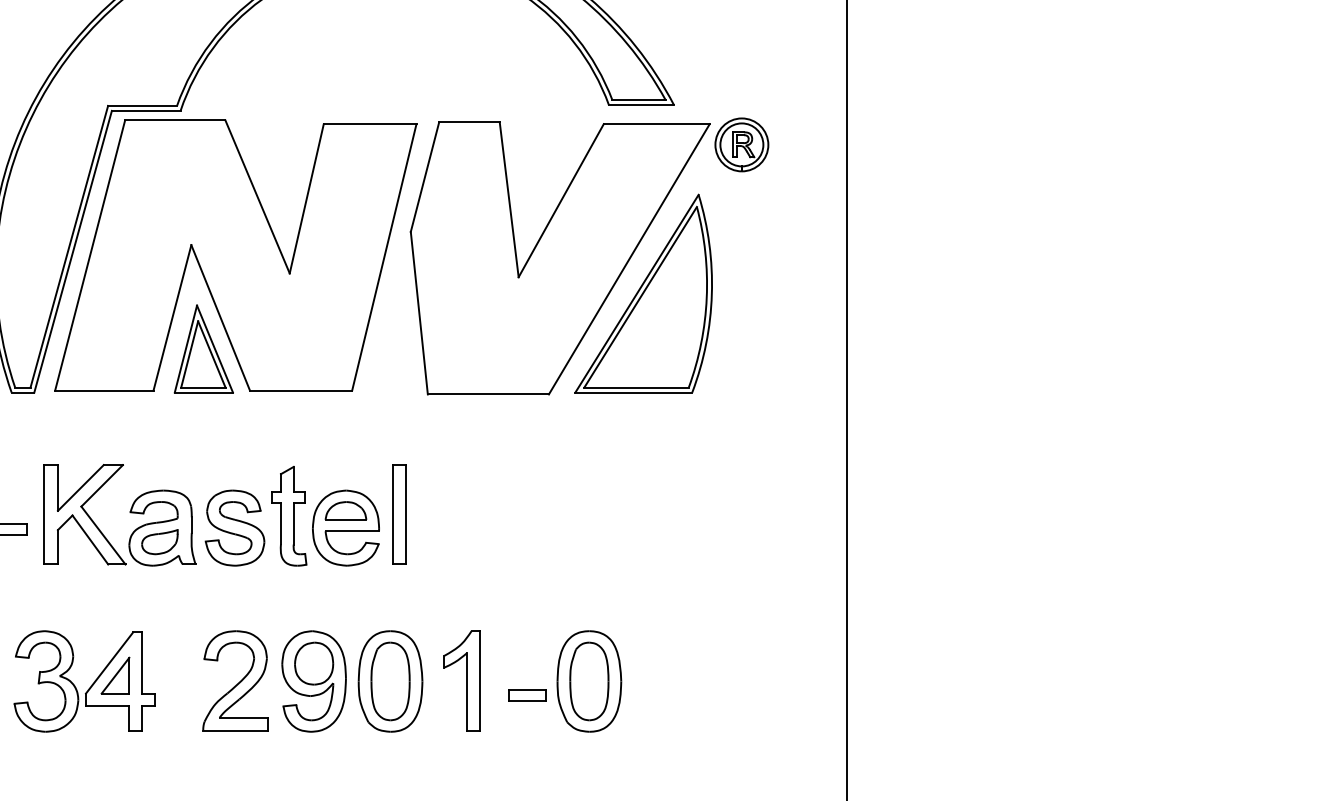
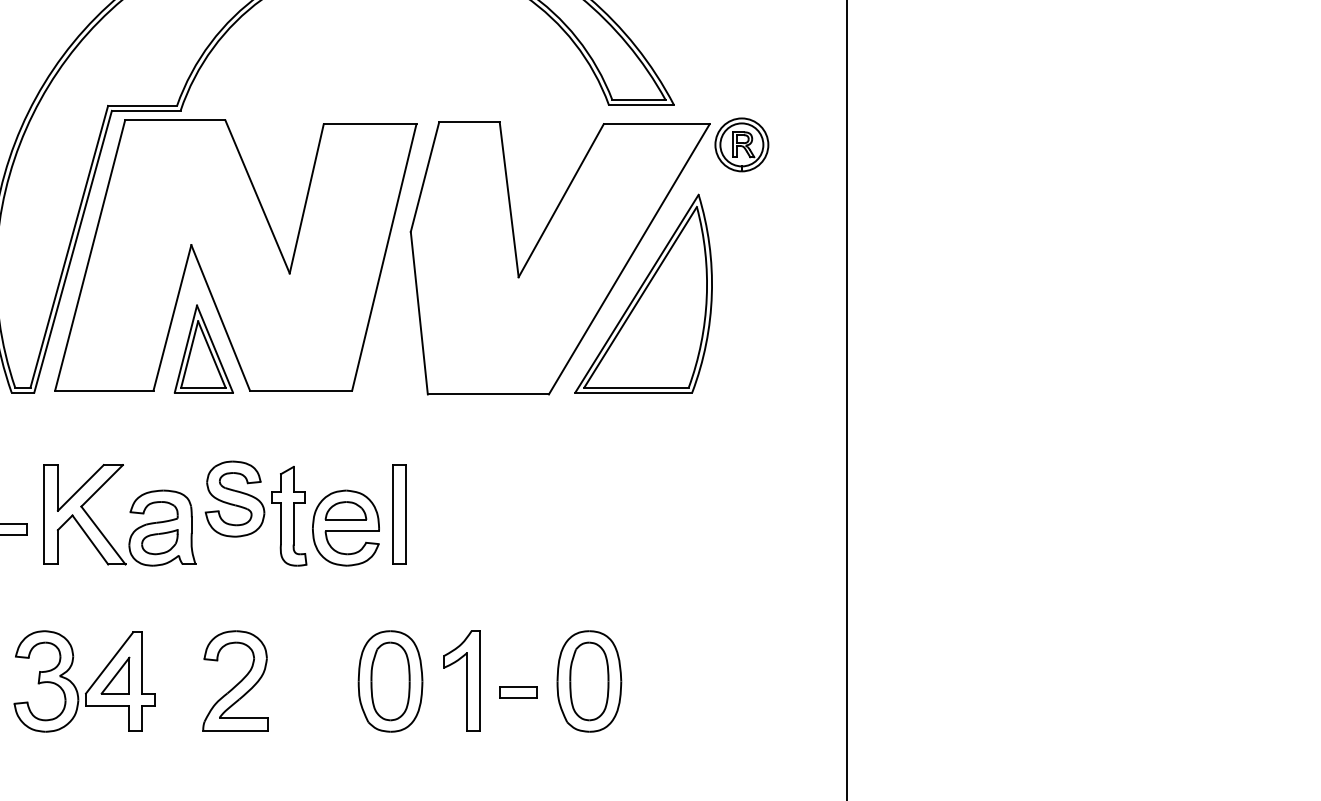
part at (234, 527) position: (234, 527) -> (234, 498)
part at (313, 681): present -> none
part at (527, 695) position: (527, 695) -> (518, 692)
